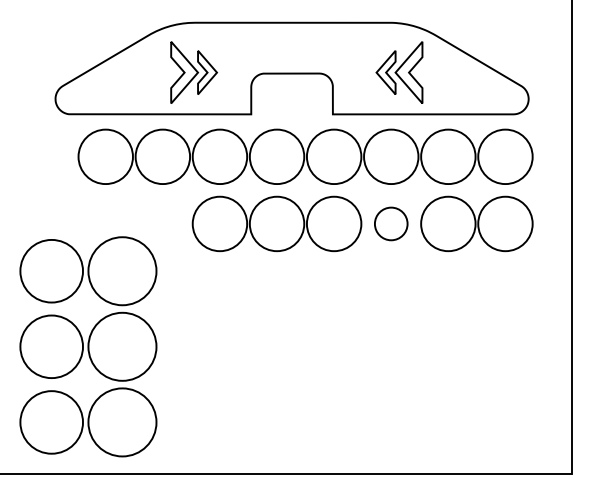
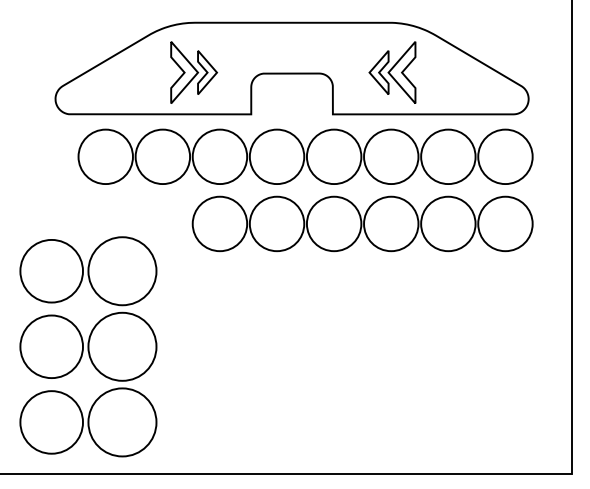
part at (399, 72) position: (399, 72) -> (392, 72)
circle at (390, 223) diameter: 33 px -> 54 px
